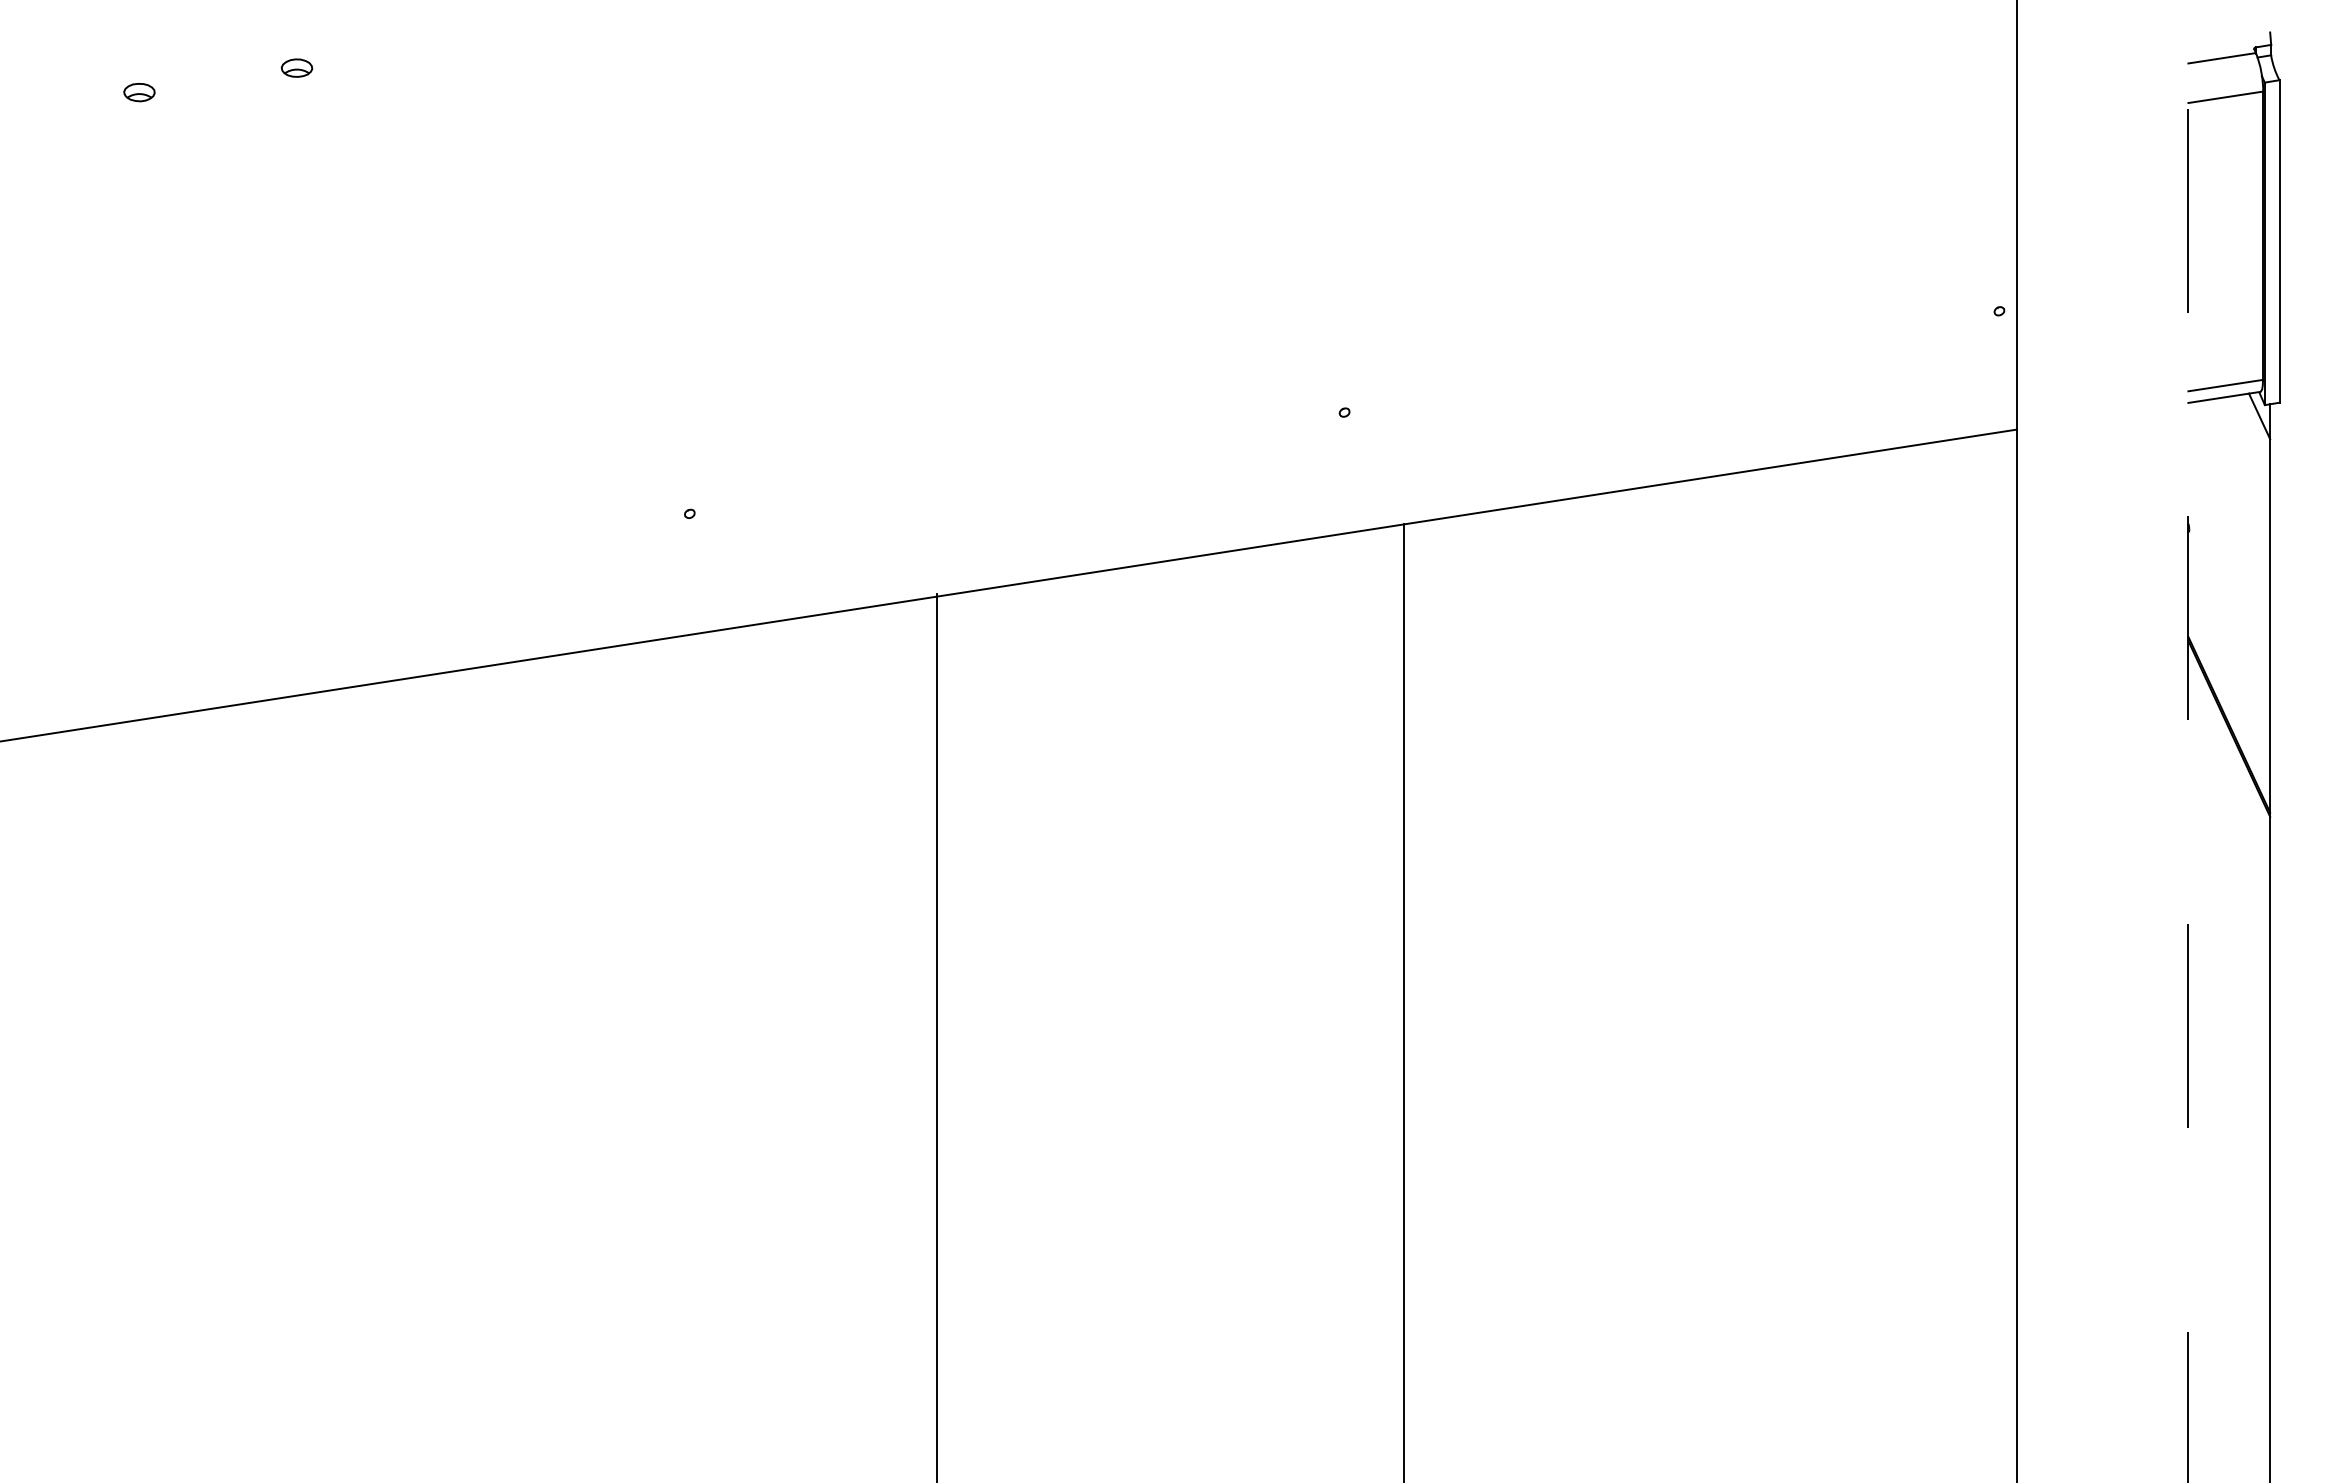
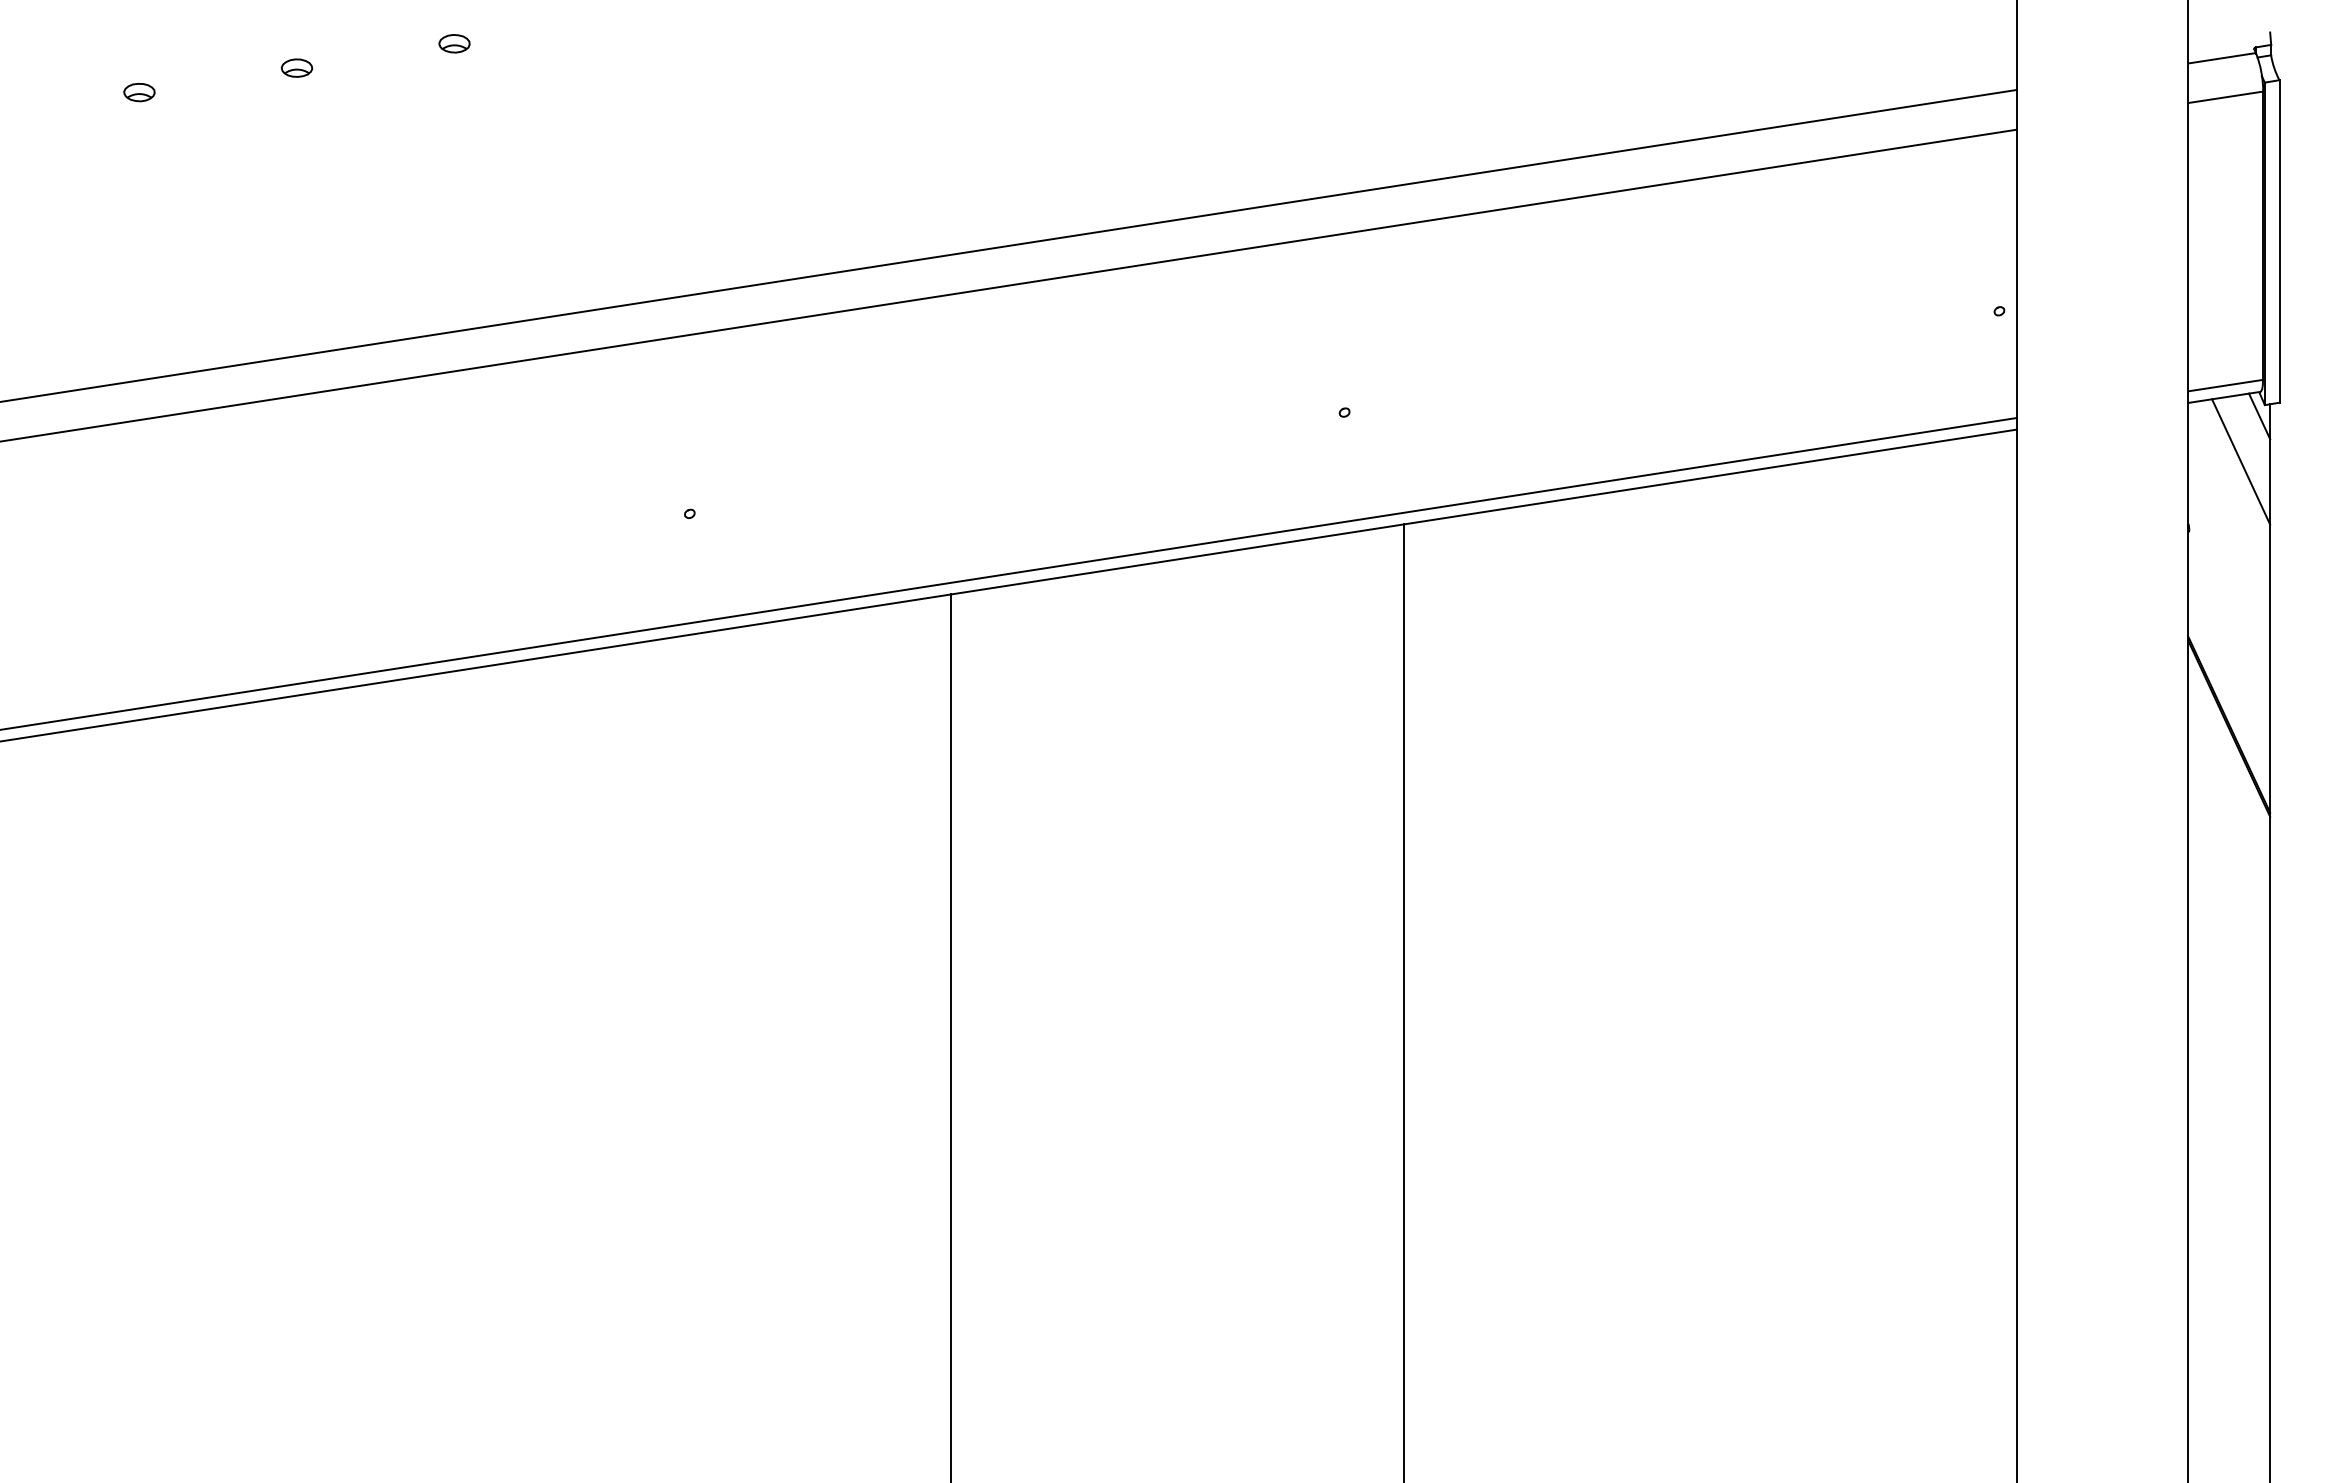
part at (454, 43): none -> present
line at (1009, 245): none -> present
line at (1009, 285): none -> present
line at (2241, 461): none -> present
line at (1009, 573): none -> present
line at (2188, 741): dashed -> solid
line at (936, 1036) position: (936, 1036) -> (950, 1036)
